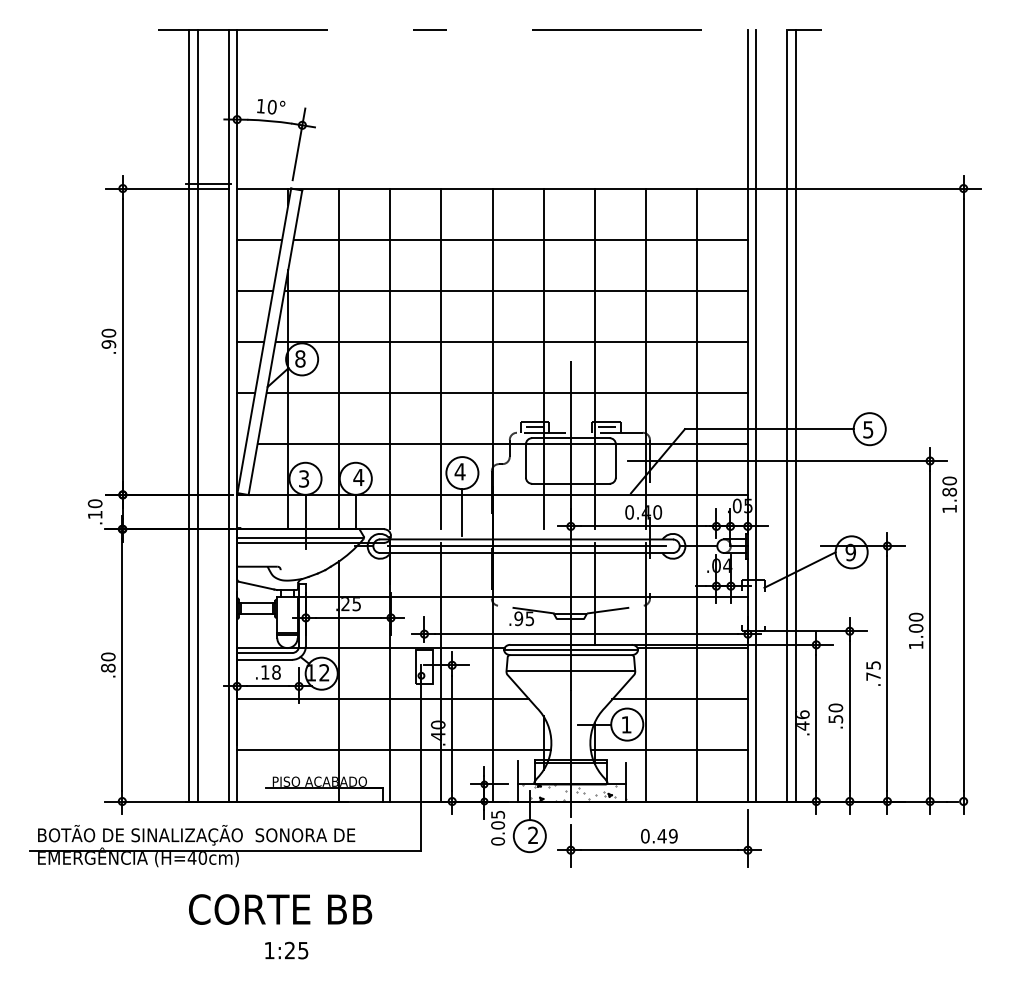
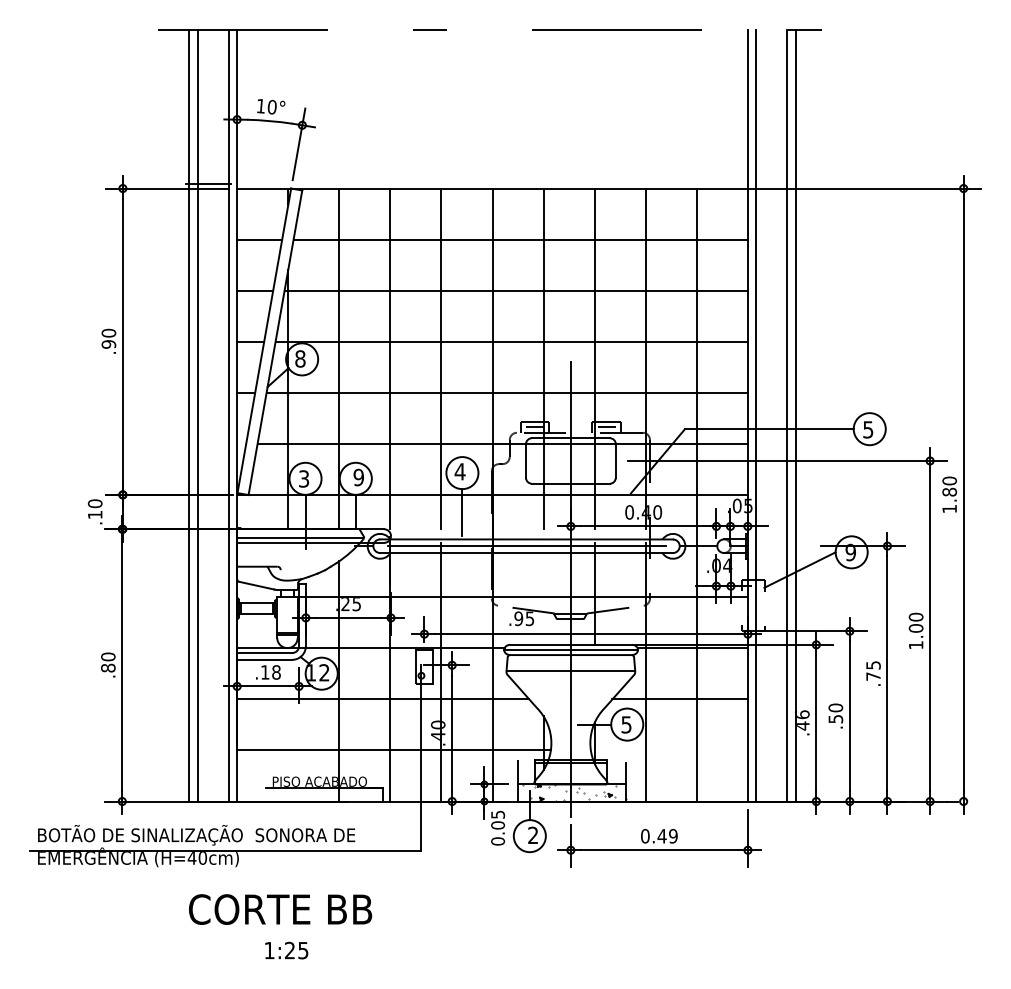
text at (358, 477): 4 -> 9
text at (626, 724): 1 -> 5
line at (668, 750): present -> none
